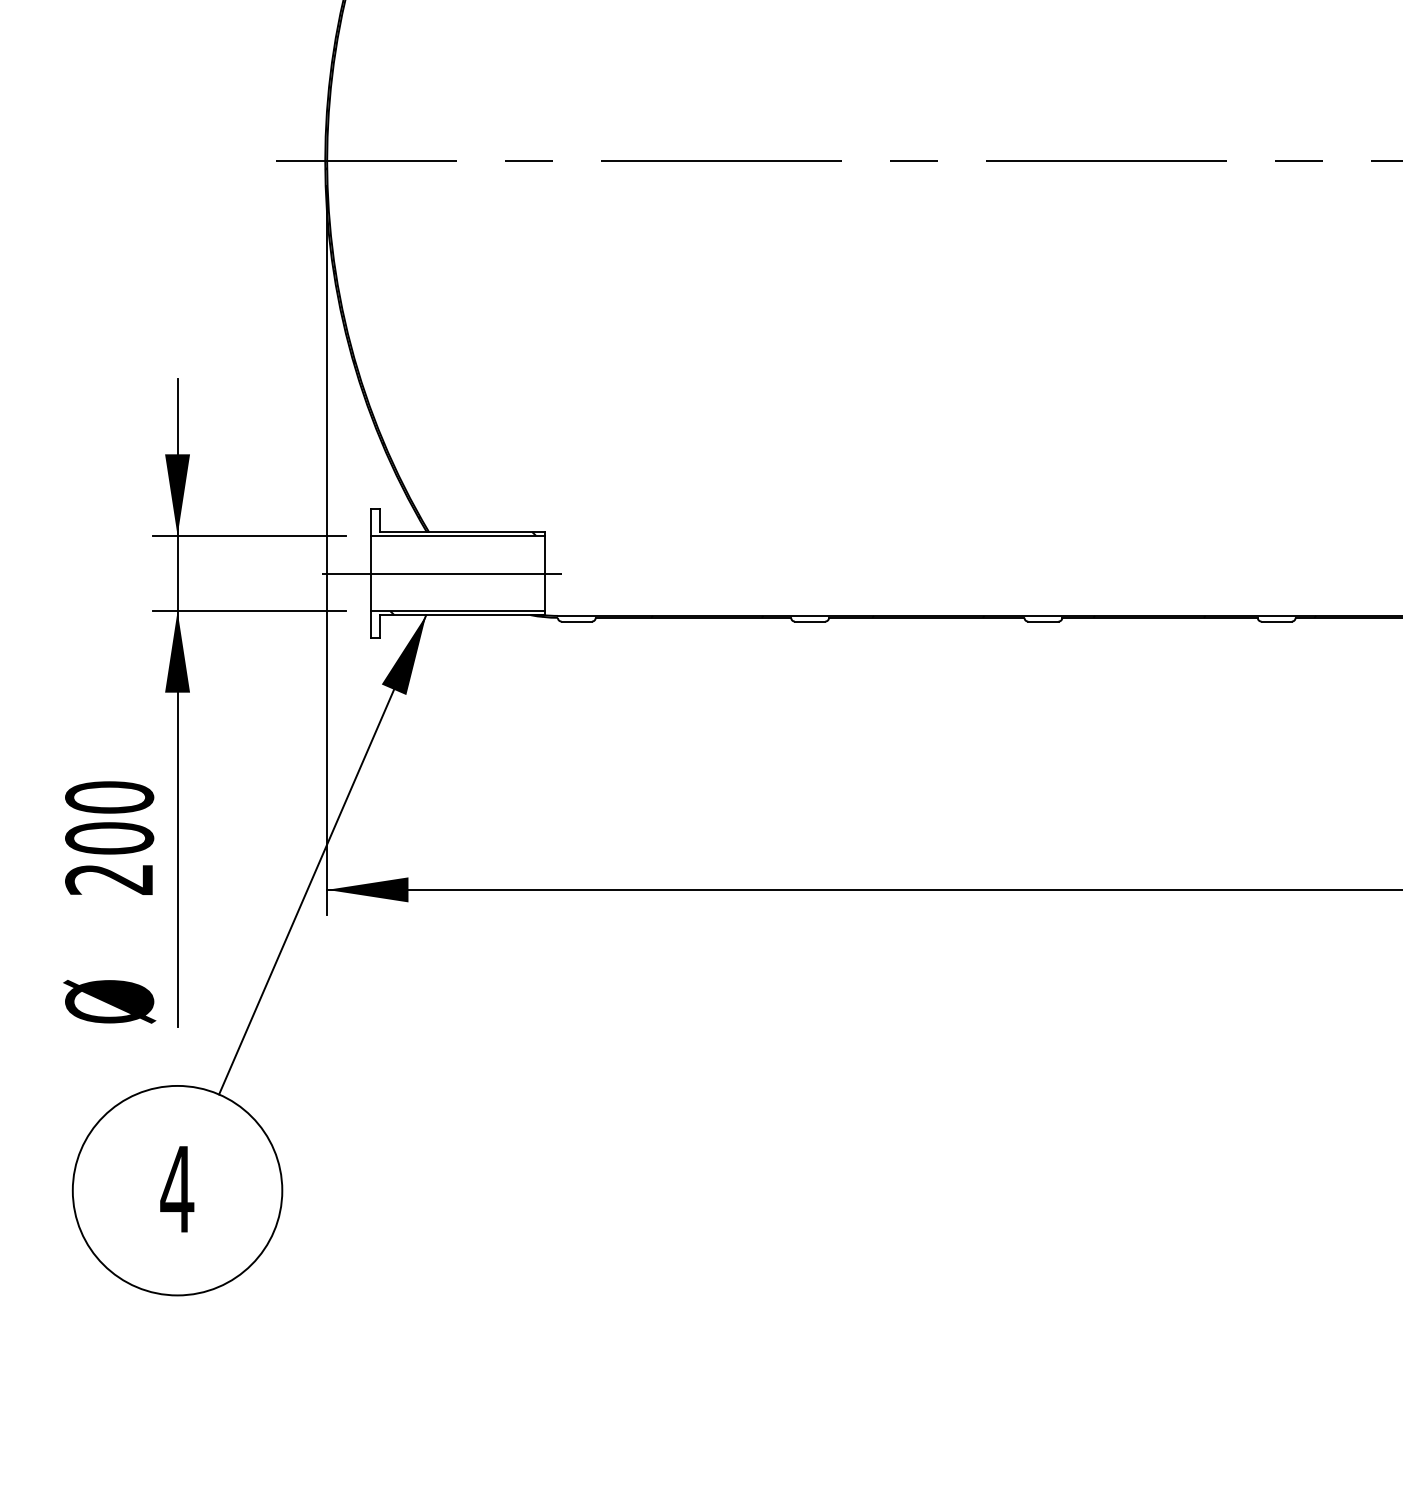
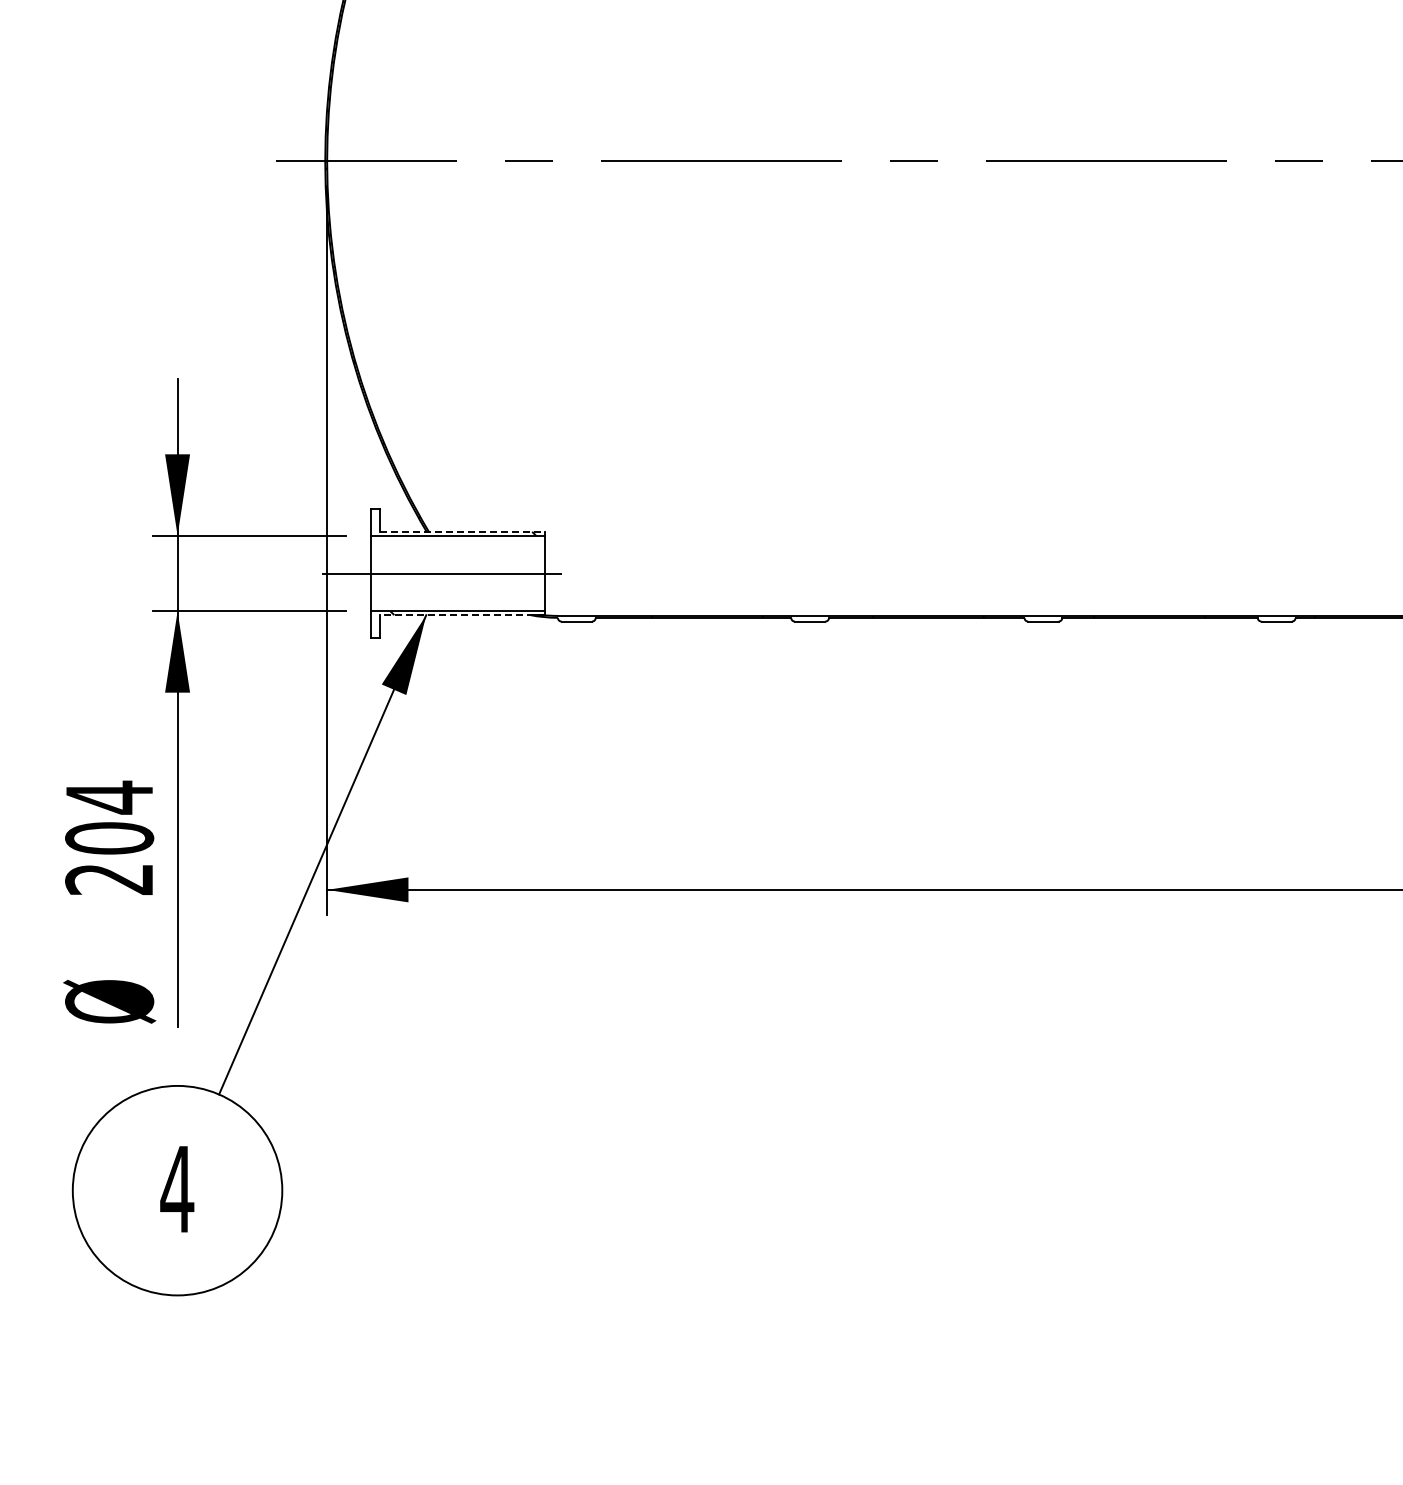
line at (462, 531): solid -> dashed
line at (462, 615): solid -> dashed
text at (109, 797): 200 -> 204
